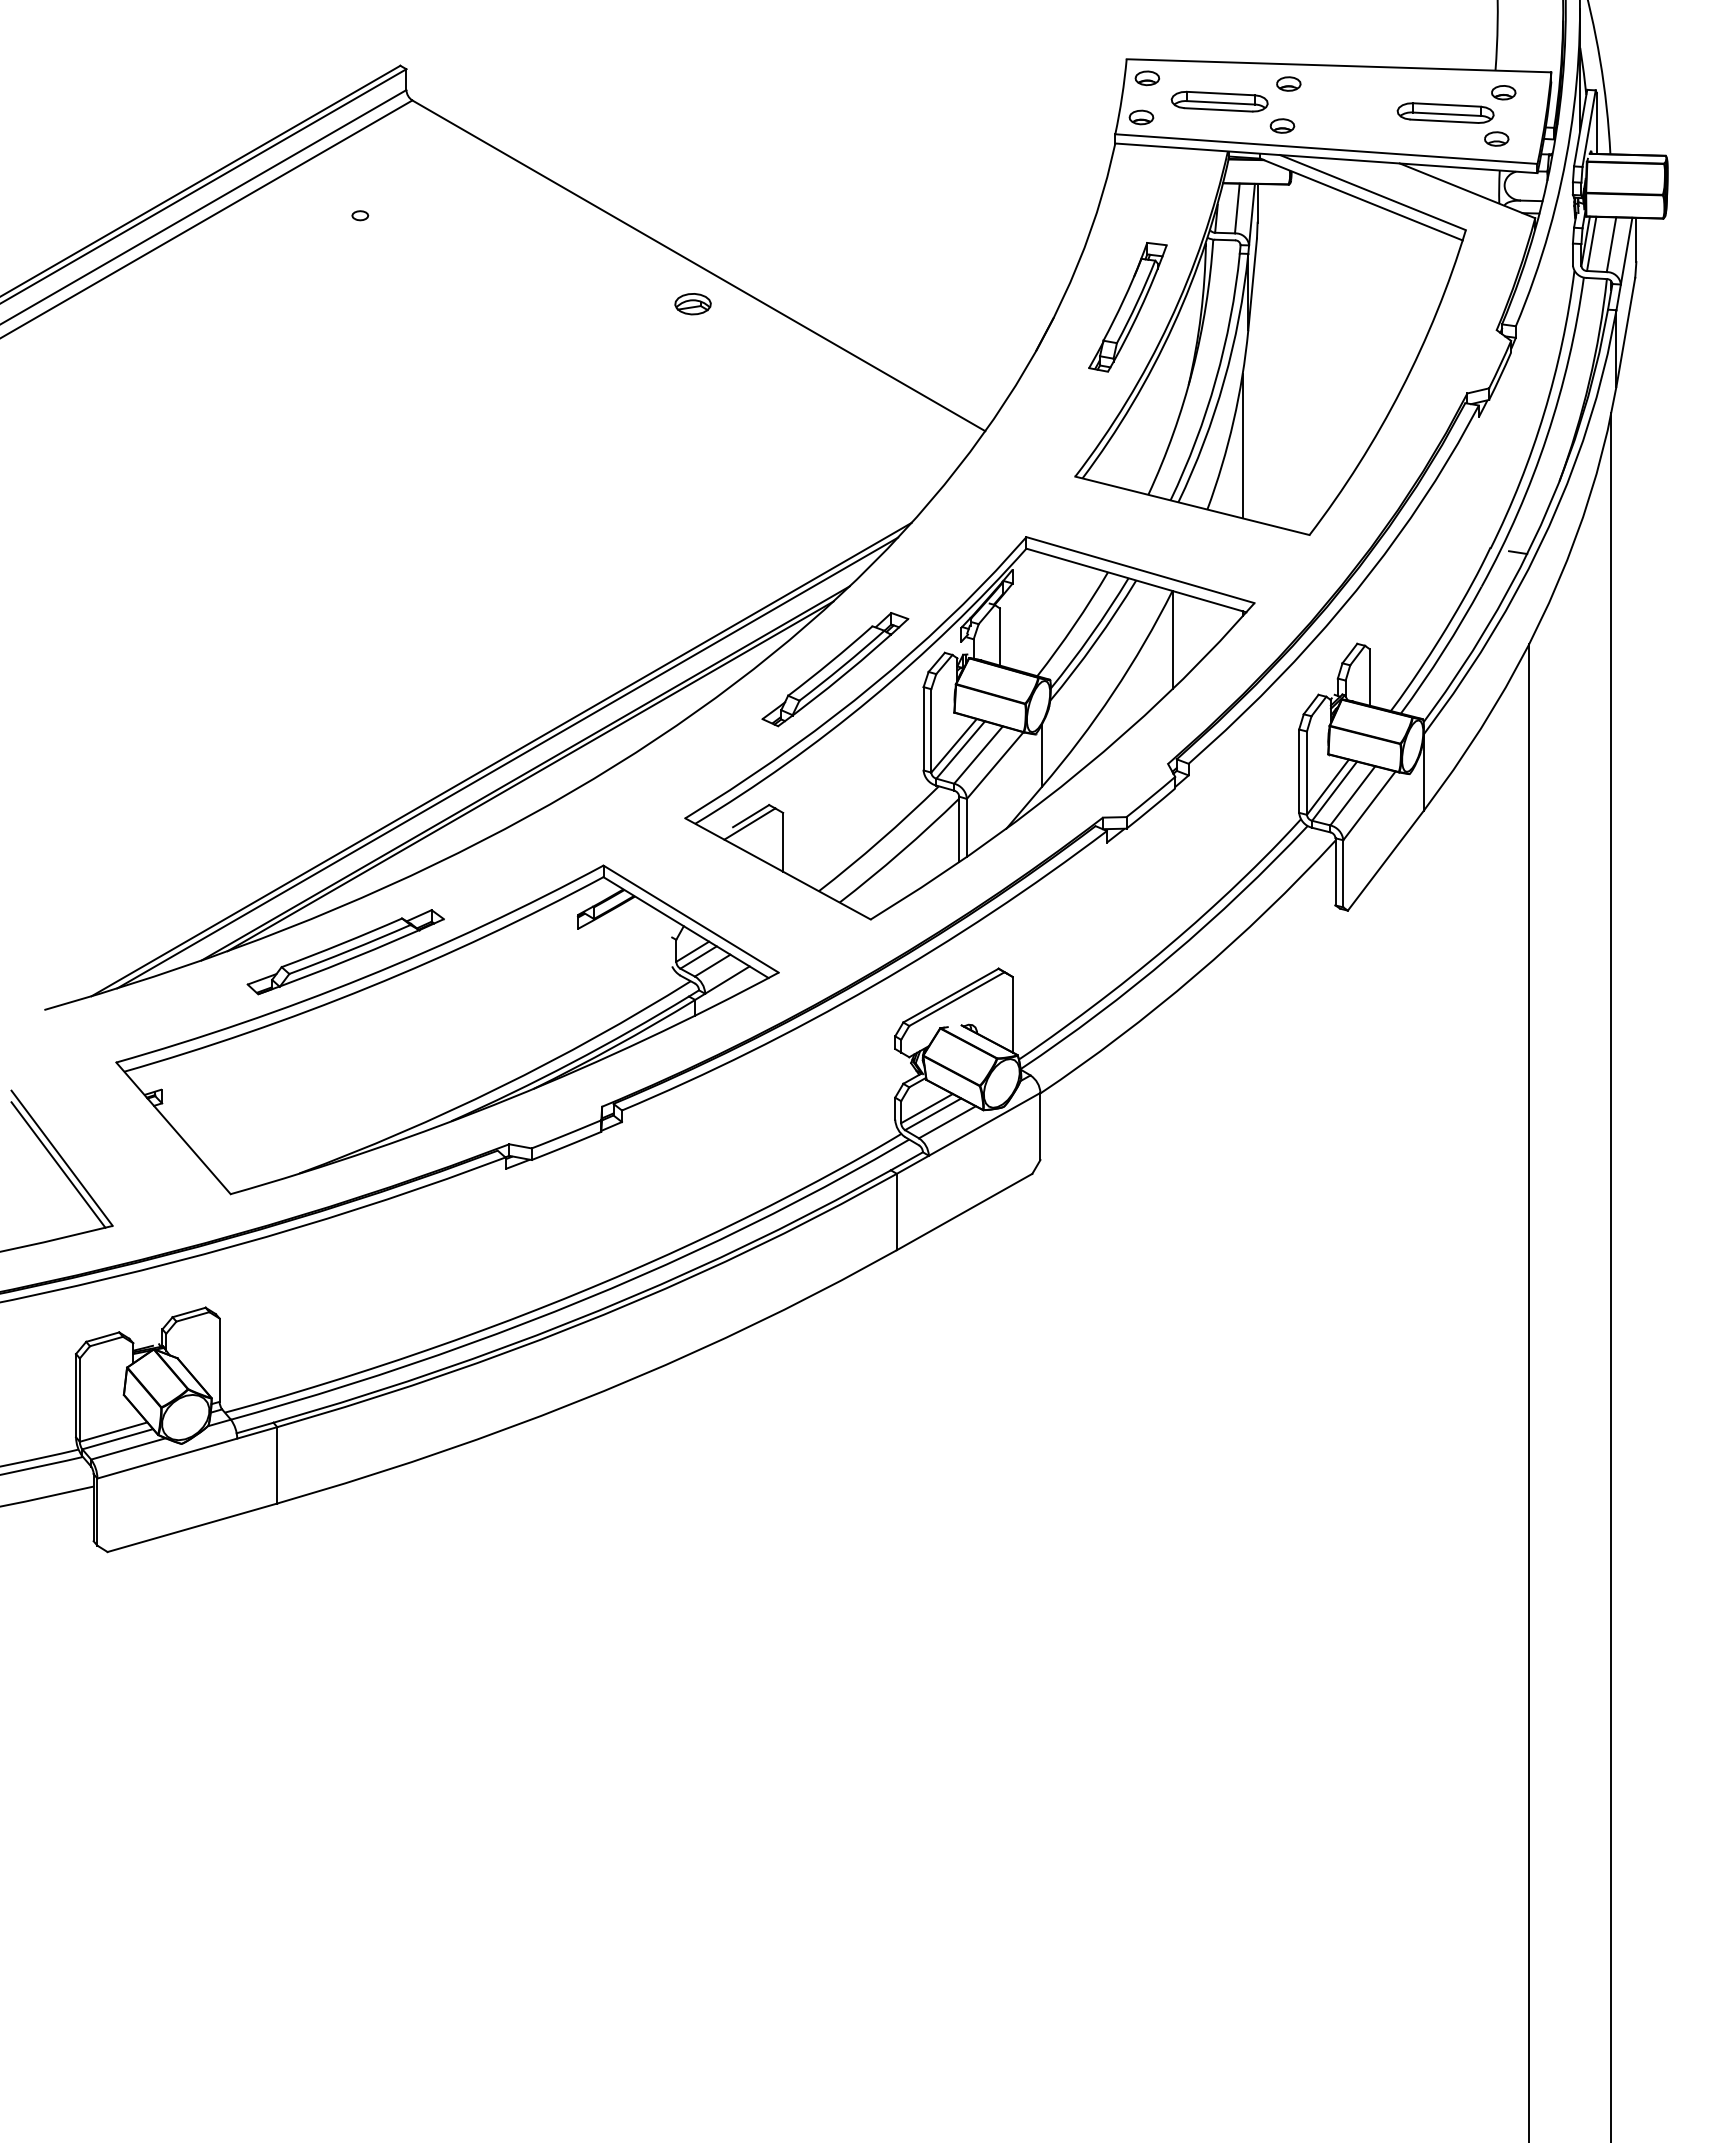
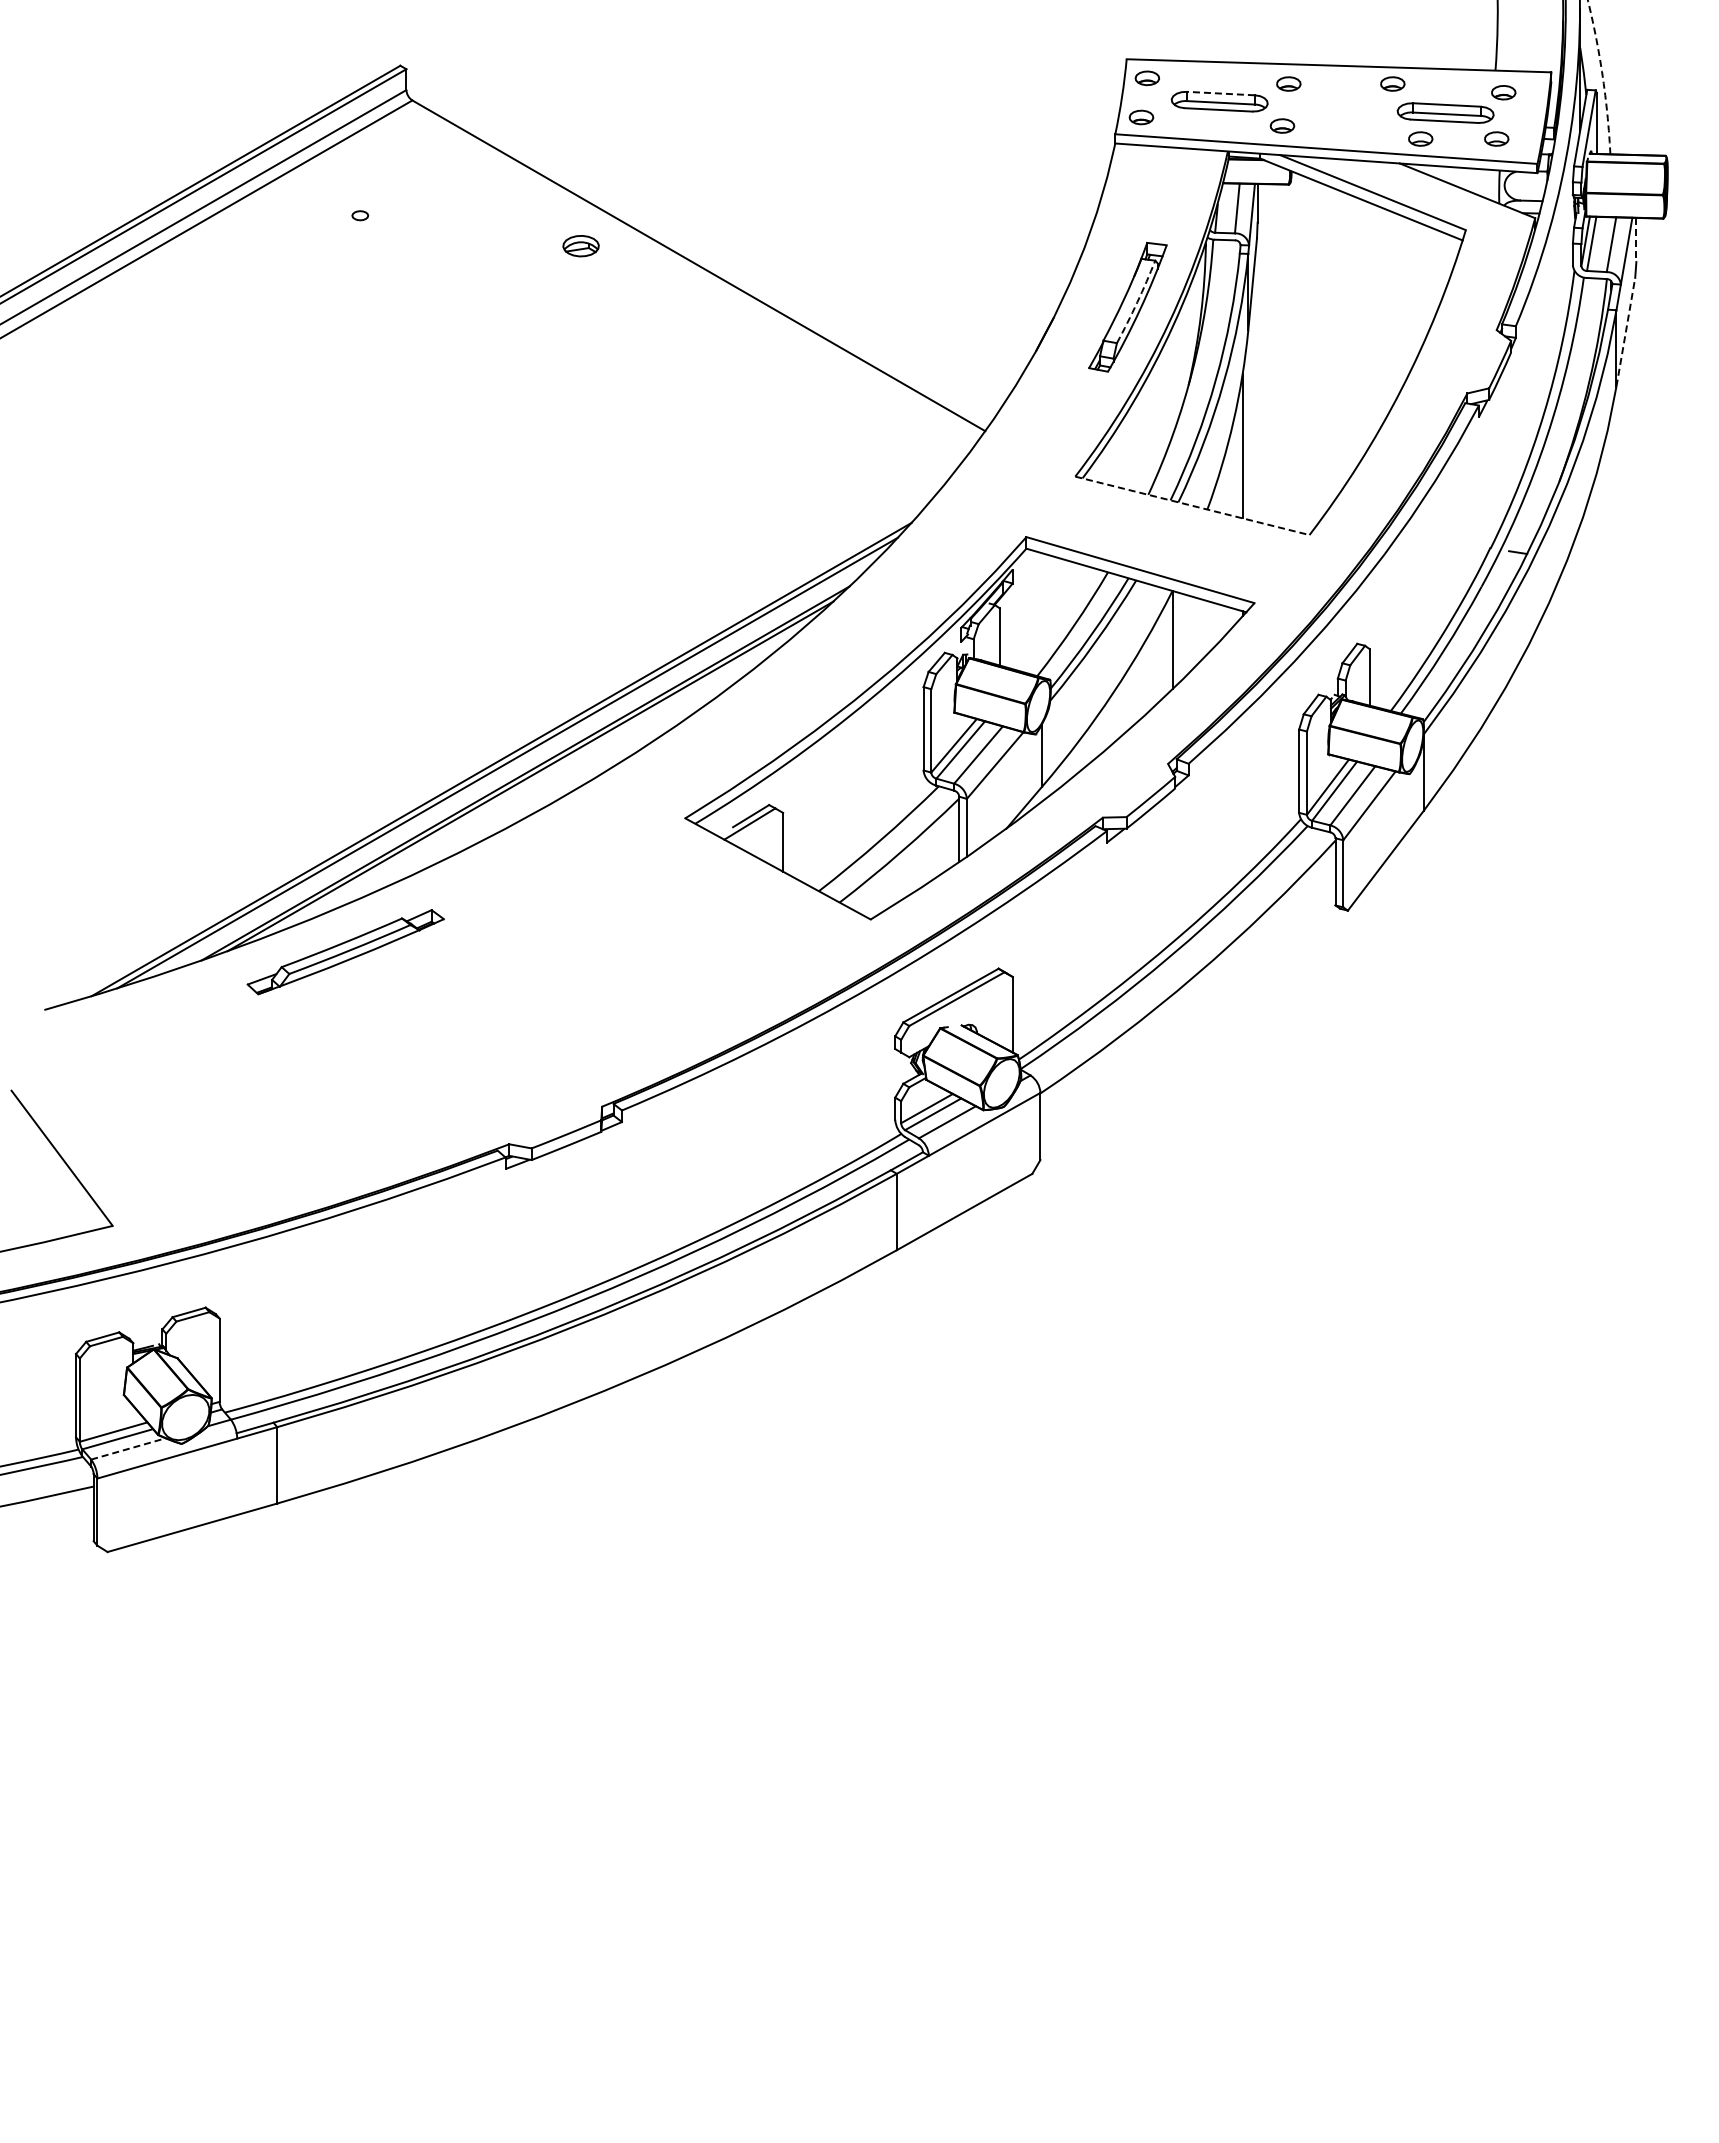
arc at (1602, 76): solid -> dashed
part at (1392, 83): none -> present
line at (1220, 93): solid -> dashed
part at (1420, 138): none -> present
line at (1636, 240): solid -> dashed
arc at (1137, 302): solid -> dashed
part at (692, 304) position: (692, 304) -> (580, 246)
line at (1625, 331): solid -> dashed
line at (1192, 505): solid -> dashed
part at (835, 669): present -> none
part at (447, 1029): present -> none
line at (58, 1164): present -> none
line at (1611, 1276): present -> none
line at (1529, 1391): present -> none
line at (128, 1448): solid -> dashed
